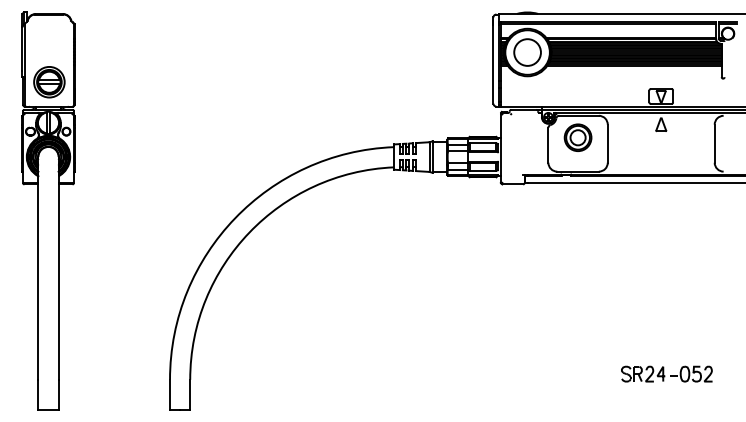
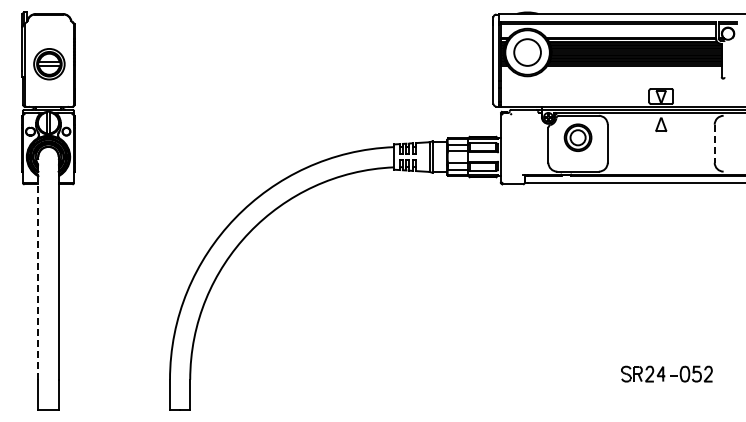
part at (49, 82) position: (49, 82) -> (49, 64)
line at (714, 144): solid -> dashed
line at (38, 267): solid -> dashed
